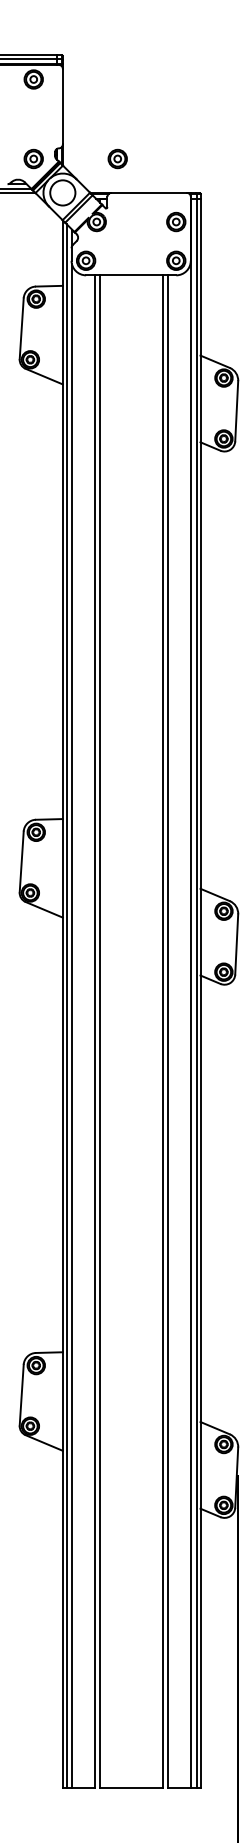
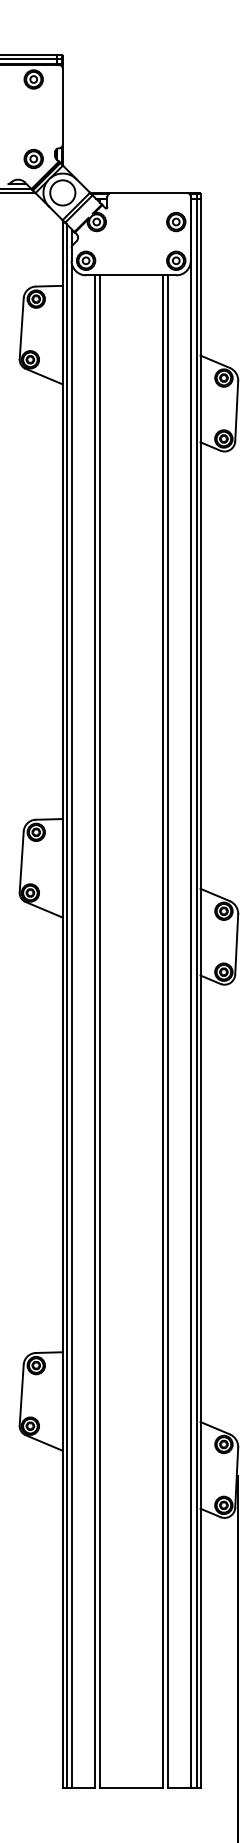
part at (117, 158): present -> none
